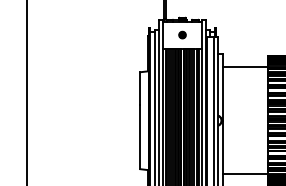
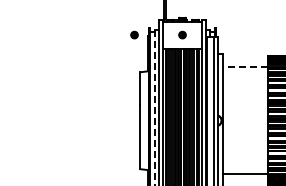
part at (134, 34): none -> present
line at (245, 66): solid -> dashed
line at (26, 92): present -> none
line at (154, 107): solid -> dashed
